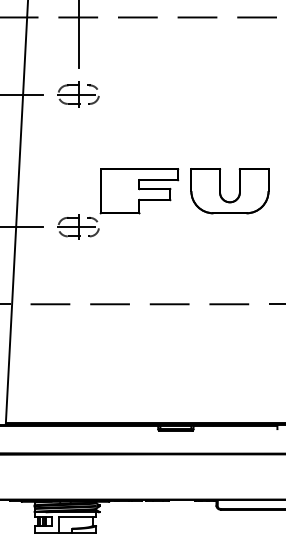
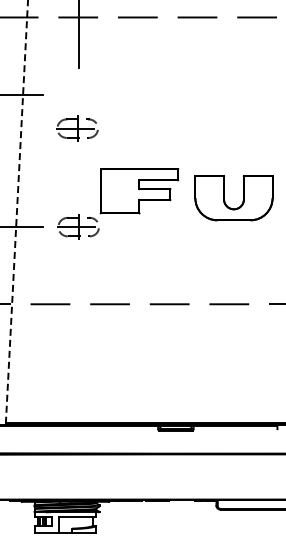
part at (78, 94) position: (78, 94) -> (77, 128)
part at (221, 193) position: (221, 193) -> (225, 200)
line at (16, 211): solid -> dashed
